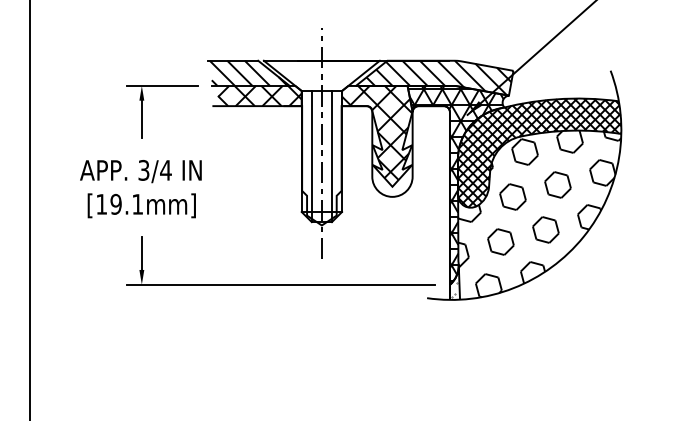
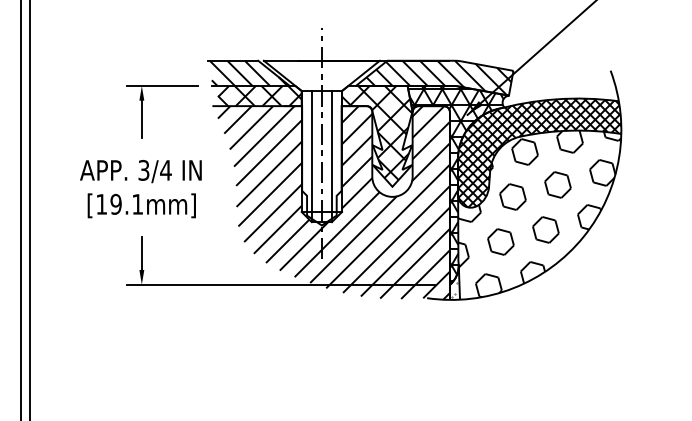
hatch at (333, 202): none -> present
line at (20, 209): none -> present
